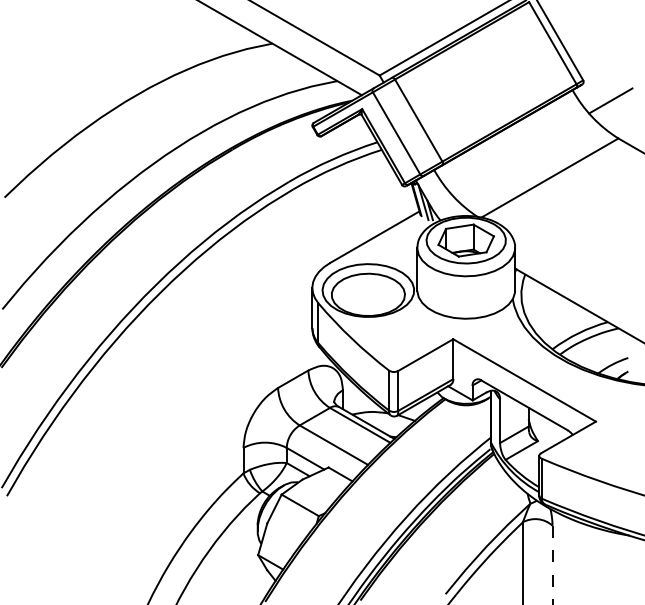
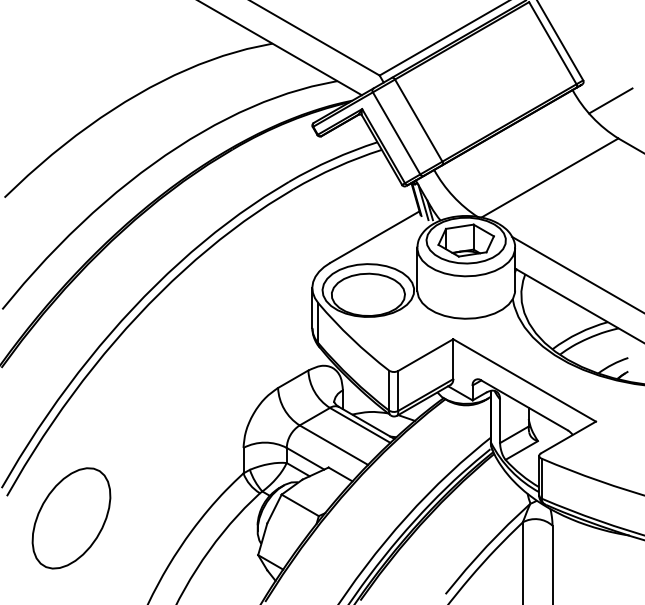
line at (576, 273): none -> present
part at (71, 518): none -> present
line at (552, 565): dashed -> solid
